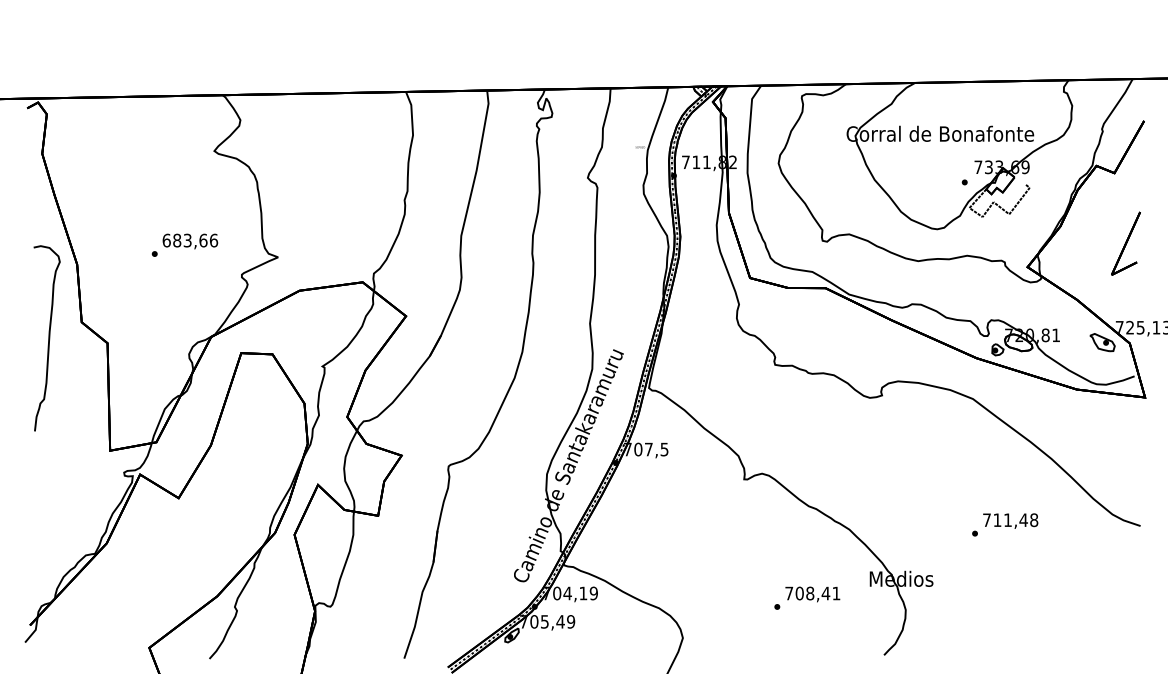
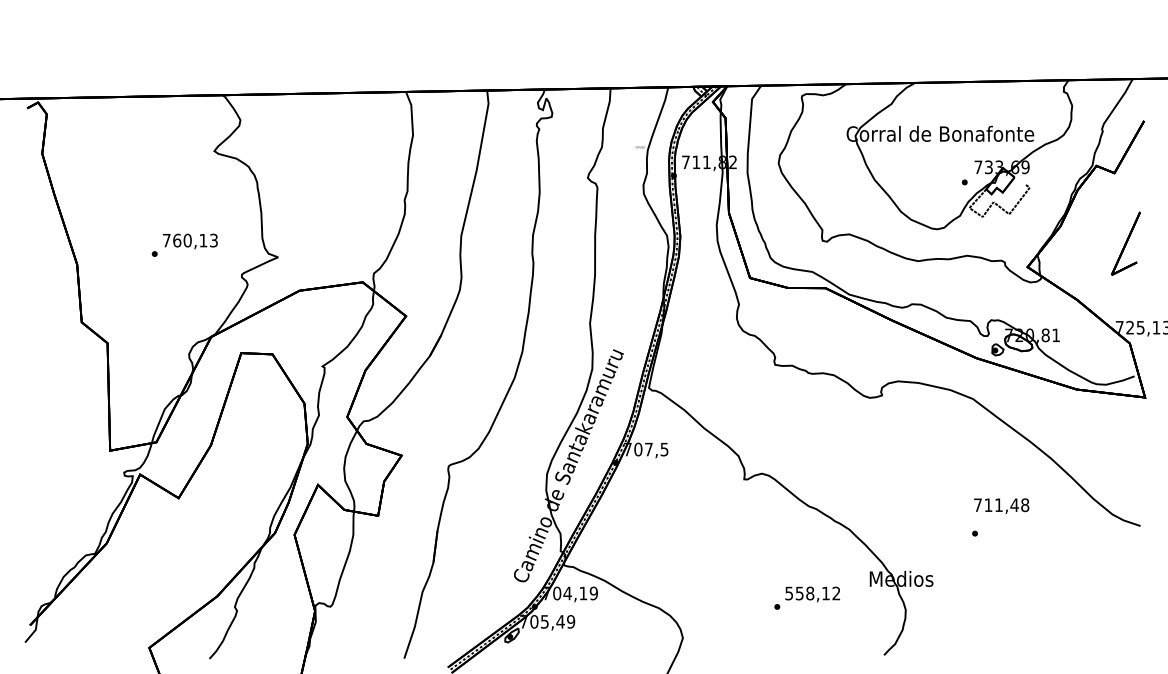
text at (190, 240): 683,66 -> 760,13
curve at (48, 338): present -> none
part at (1102, 342): present -> none
text at (1010, 520) position: (1010, 520) -> (1001, 505)
text at (812, 593): 708,41 -> 558,12
